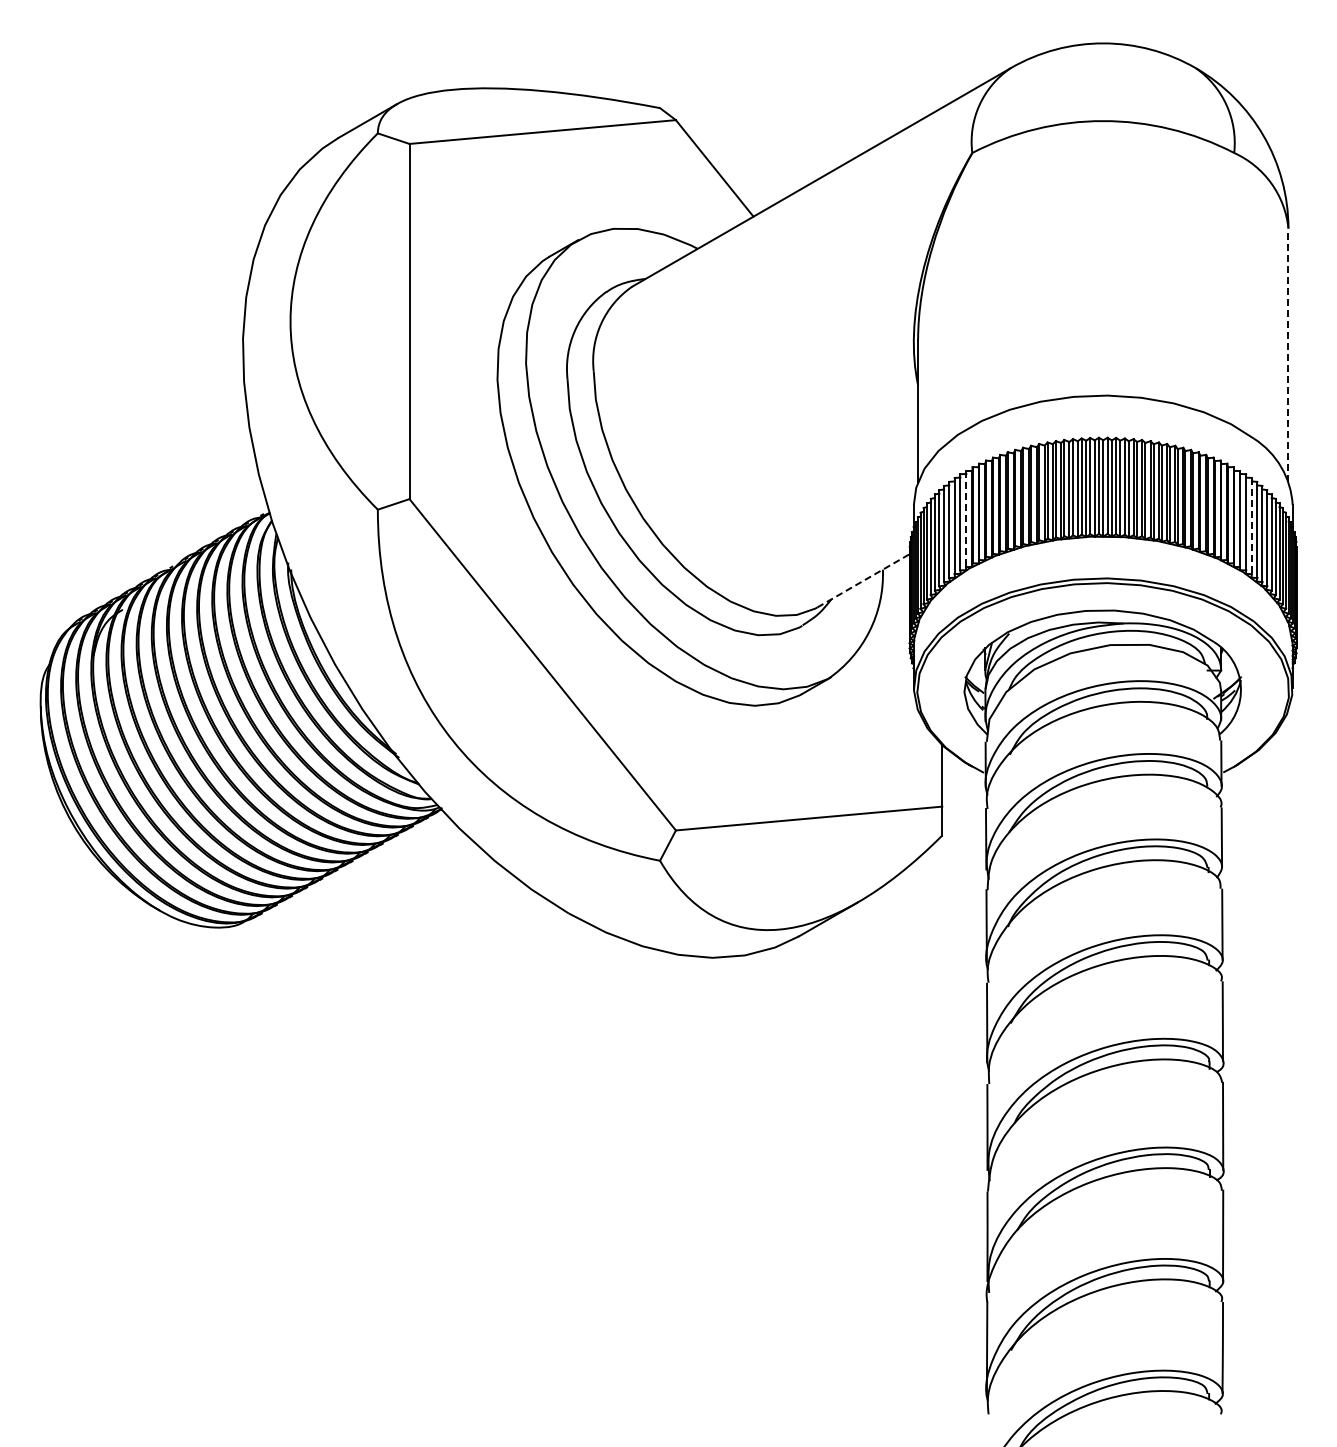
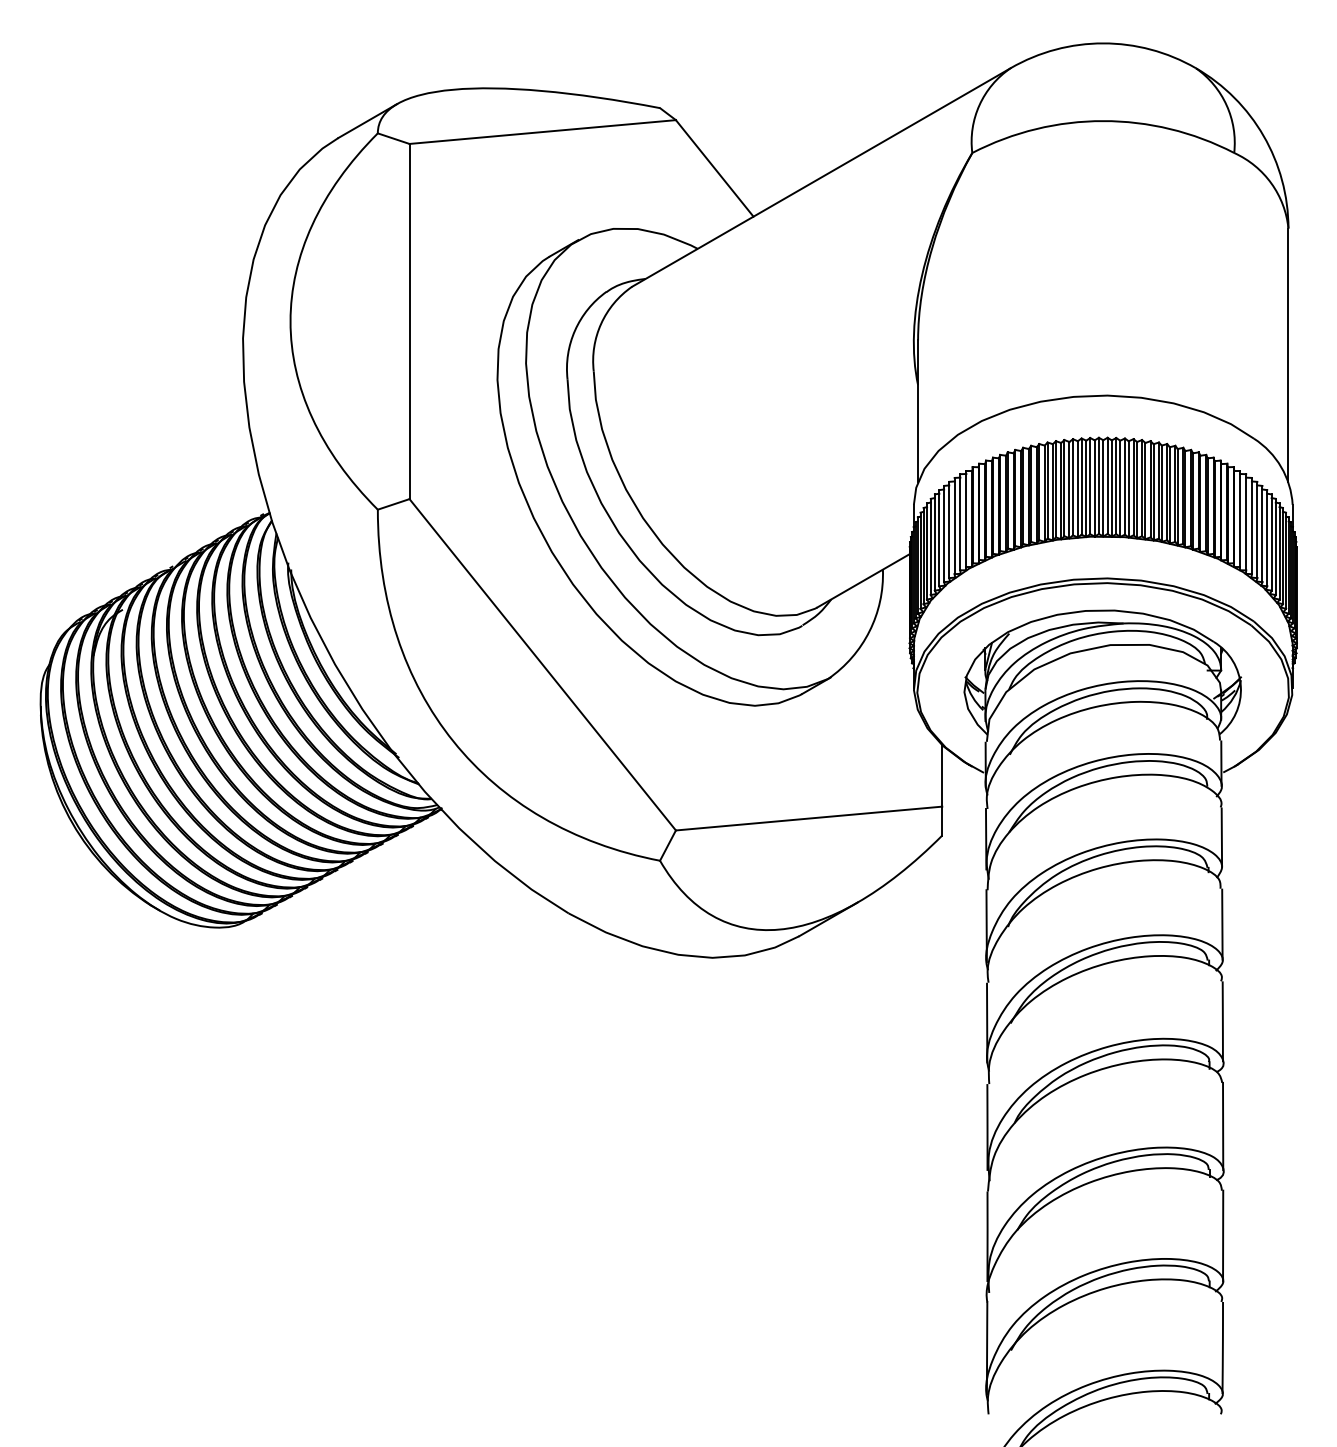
line at (1288, 355): dashed -> solid
line at (966, 519): dashed -> solid
line at (1251, 526): dashed -> solid
line at (863, 580): dashed -> solid
